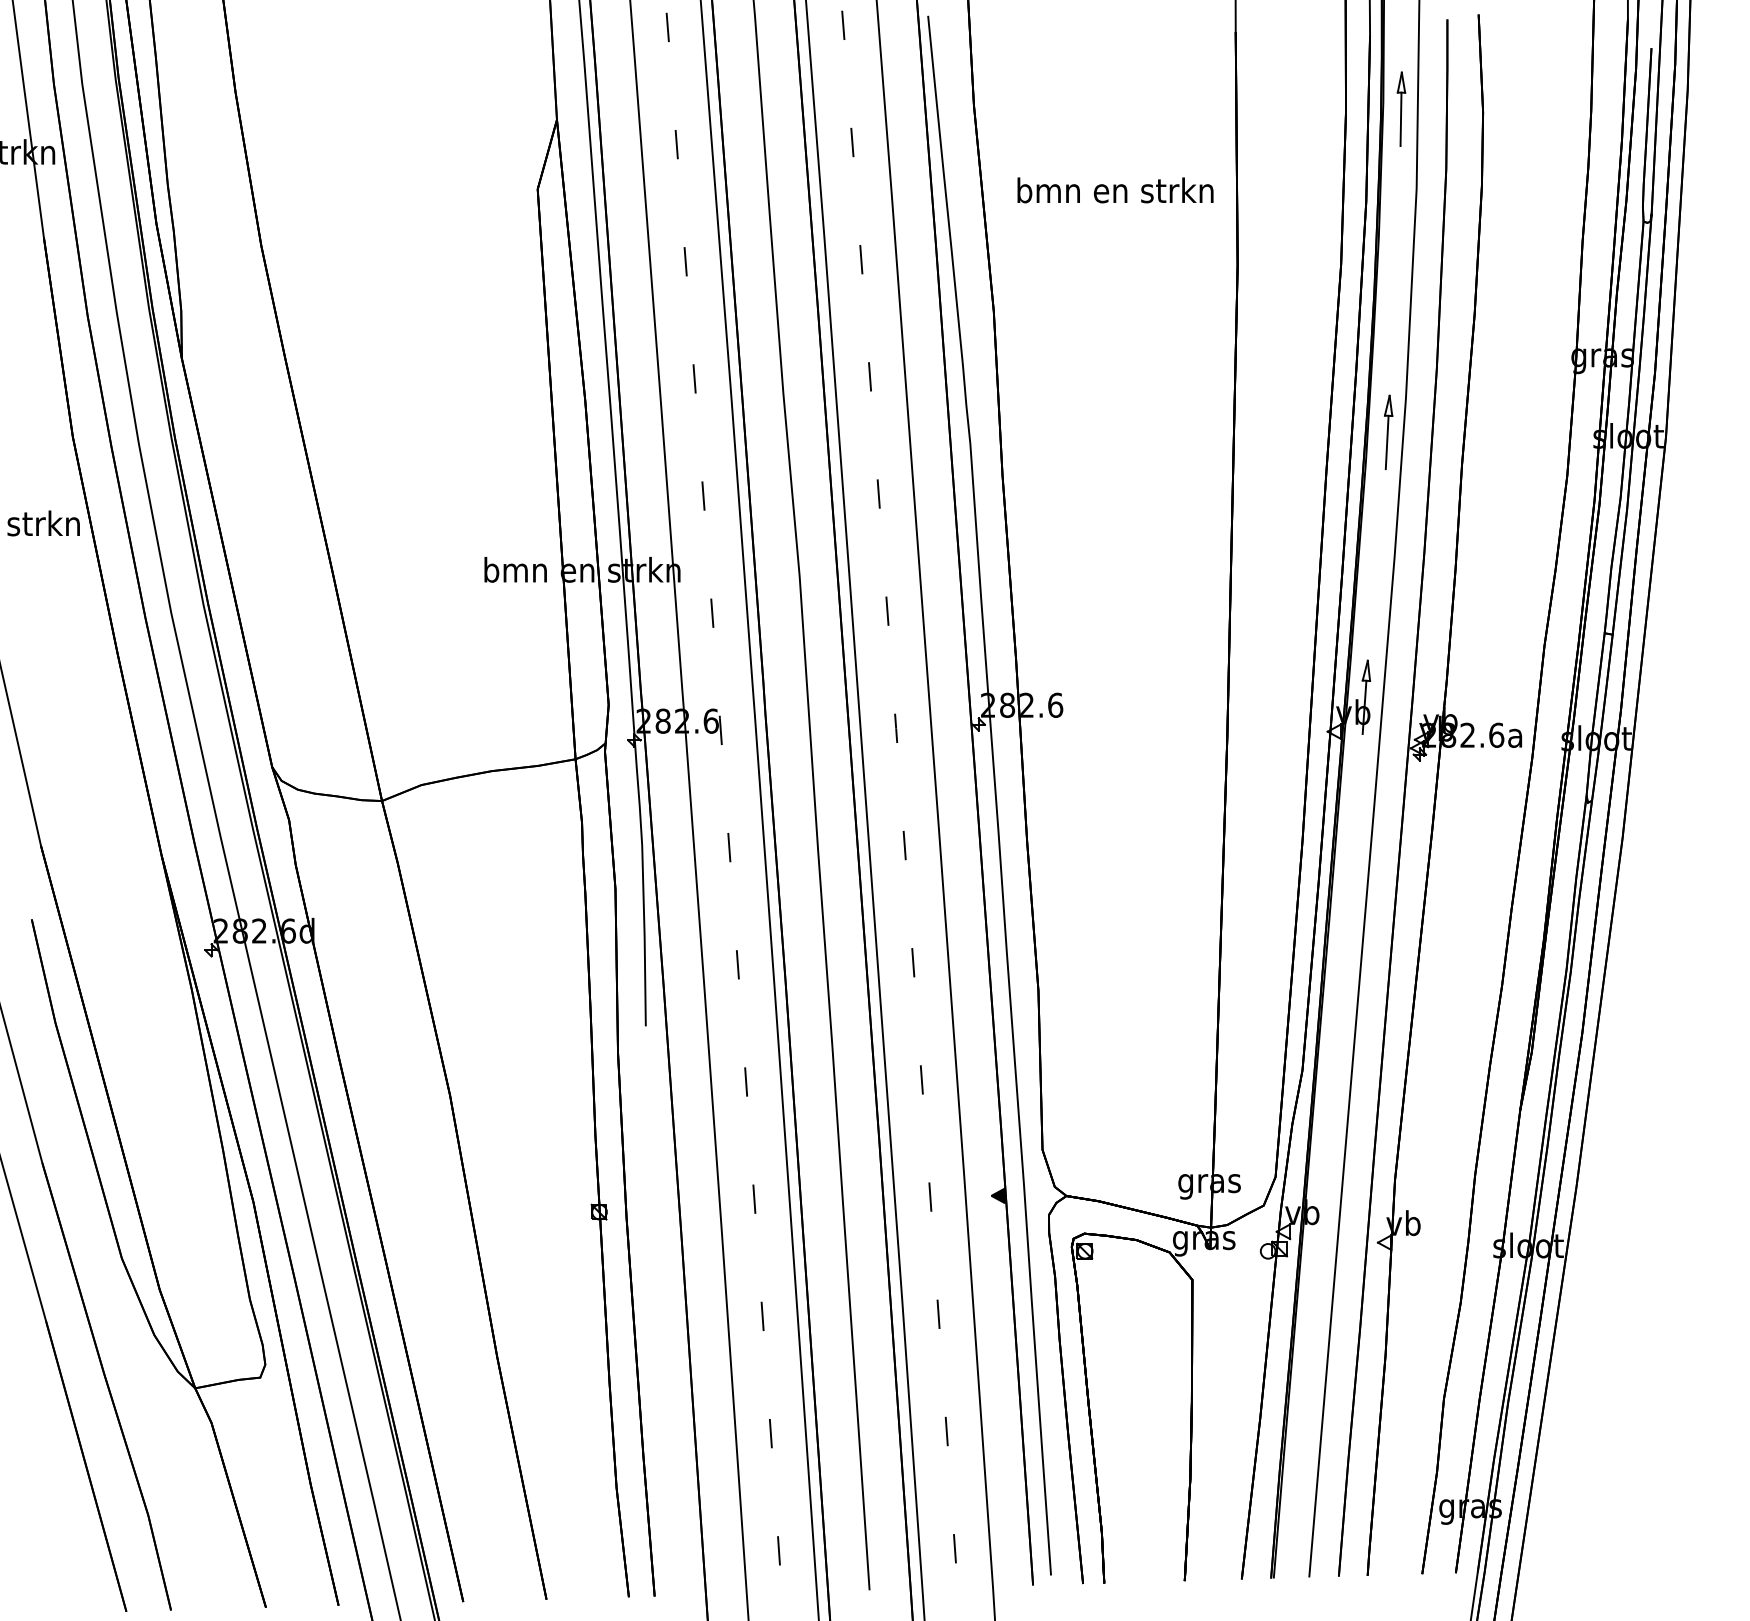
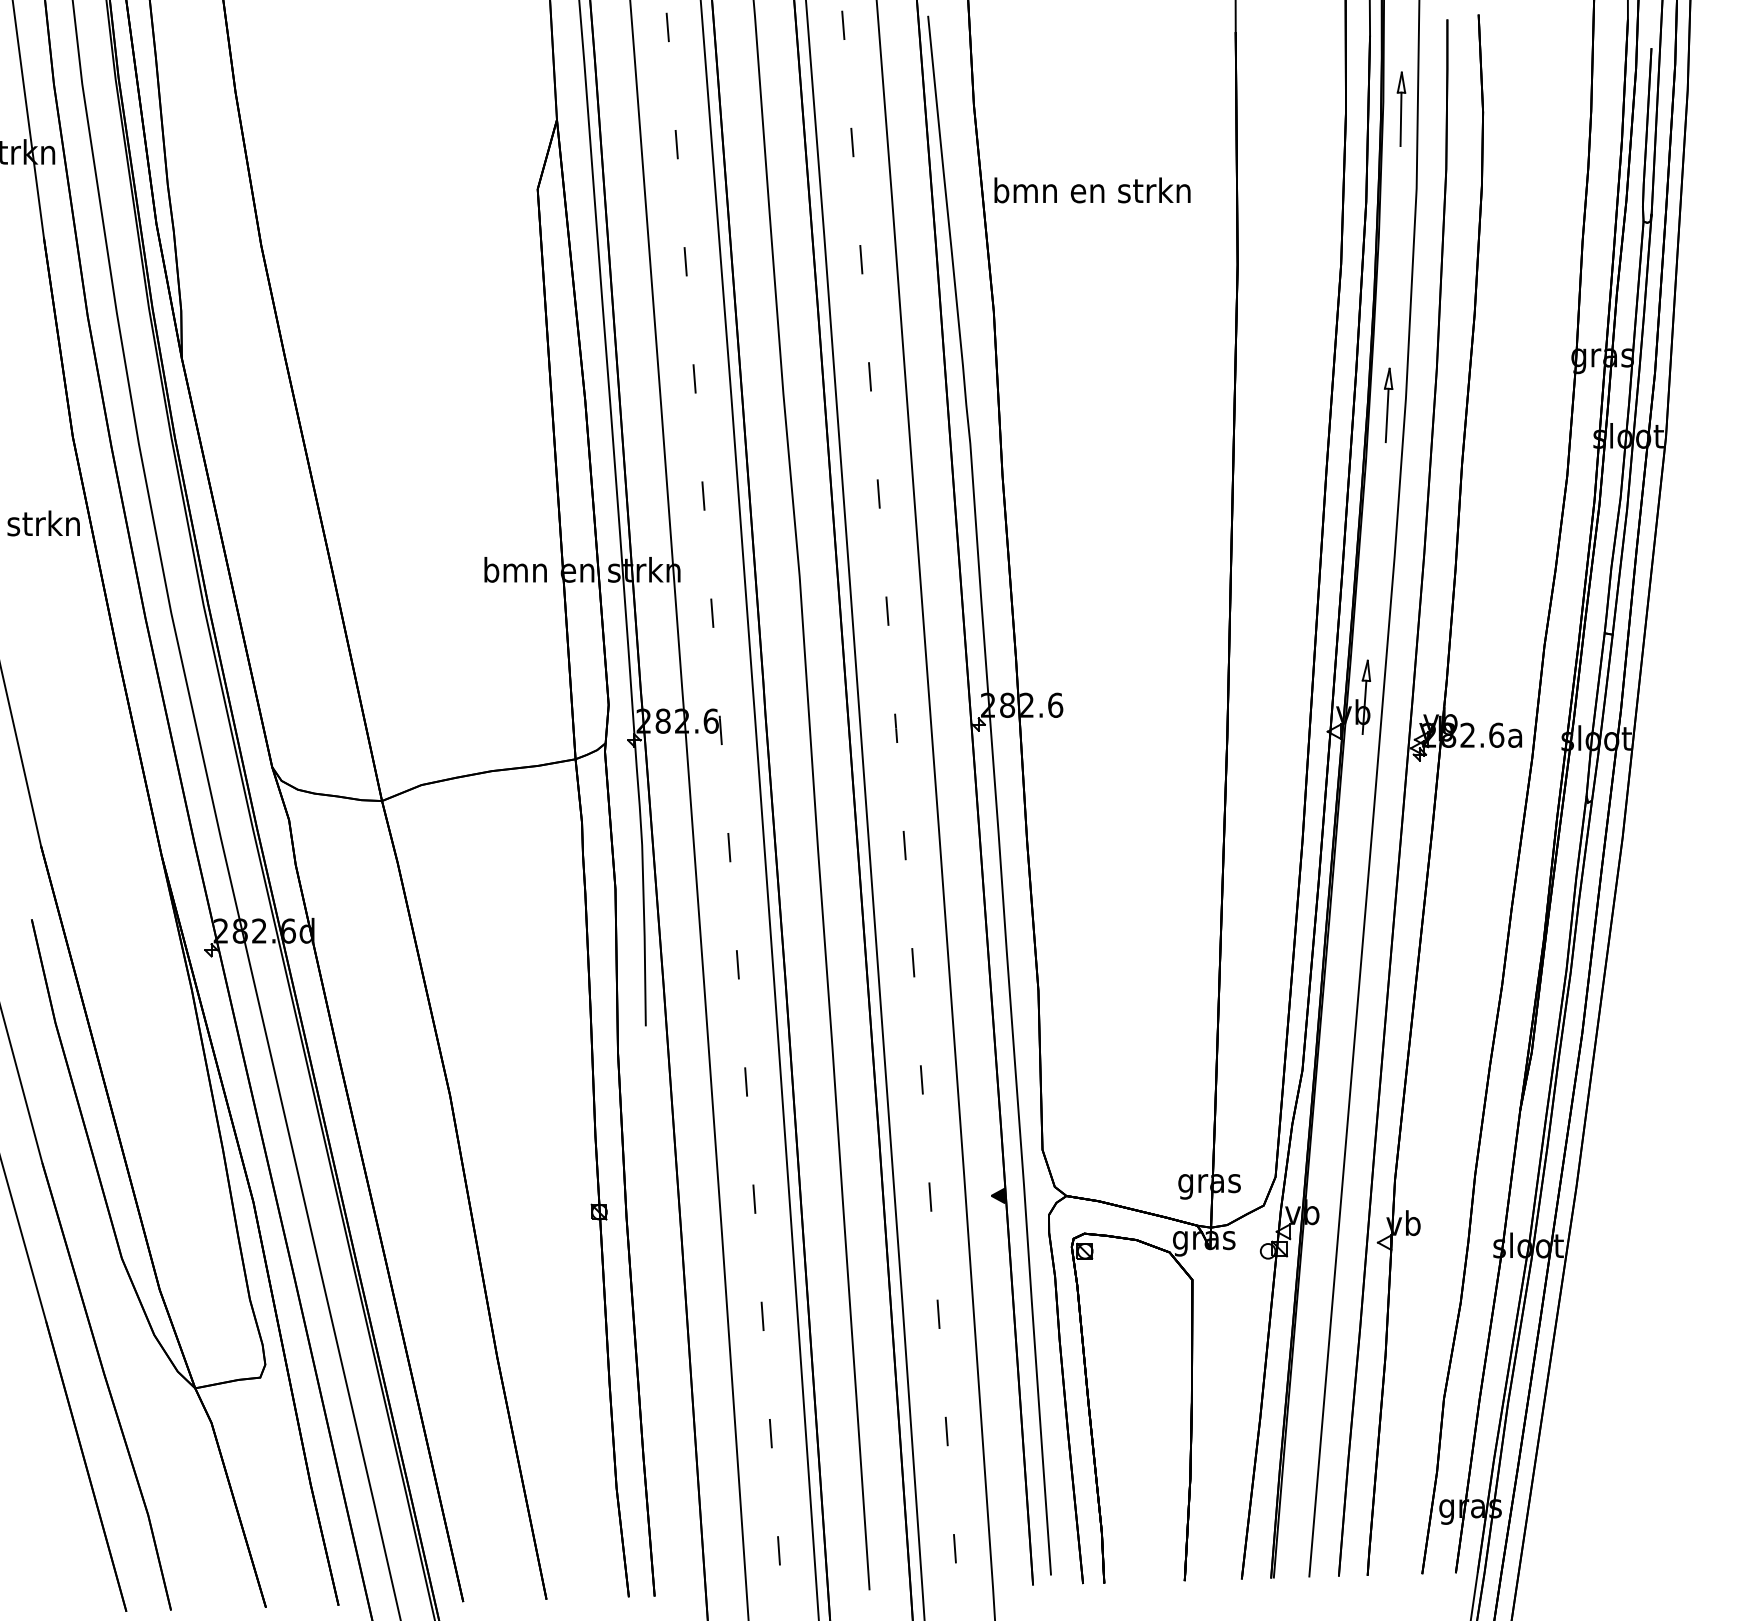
text at (1115, 190) position: (1115, 190) -> (1092, 190)
part at (1388, 431) position: (1388, 431) -> (1388, 404)
